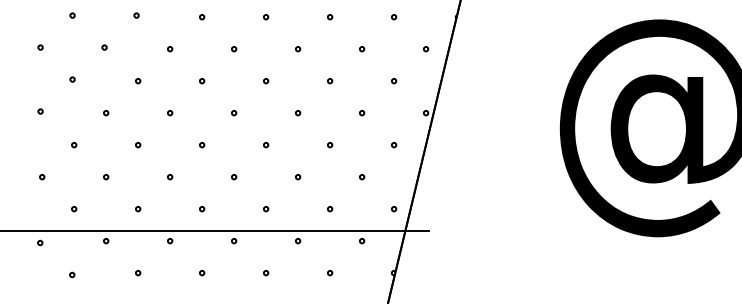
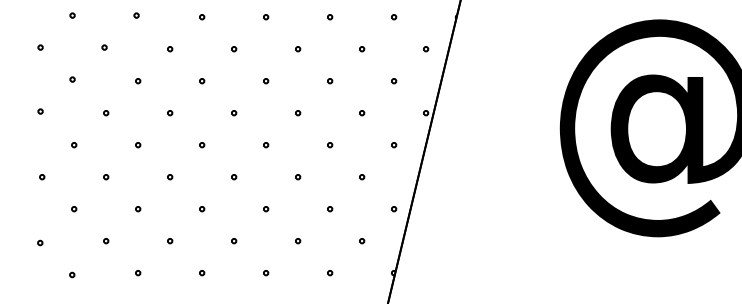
line at (215, 230): present -> none
